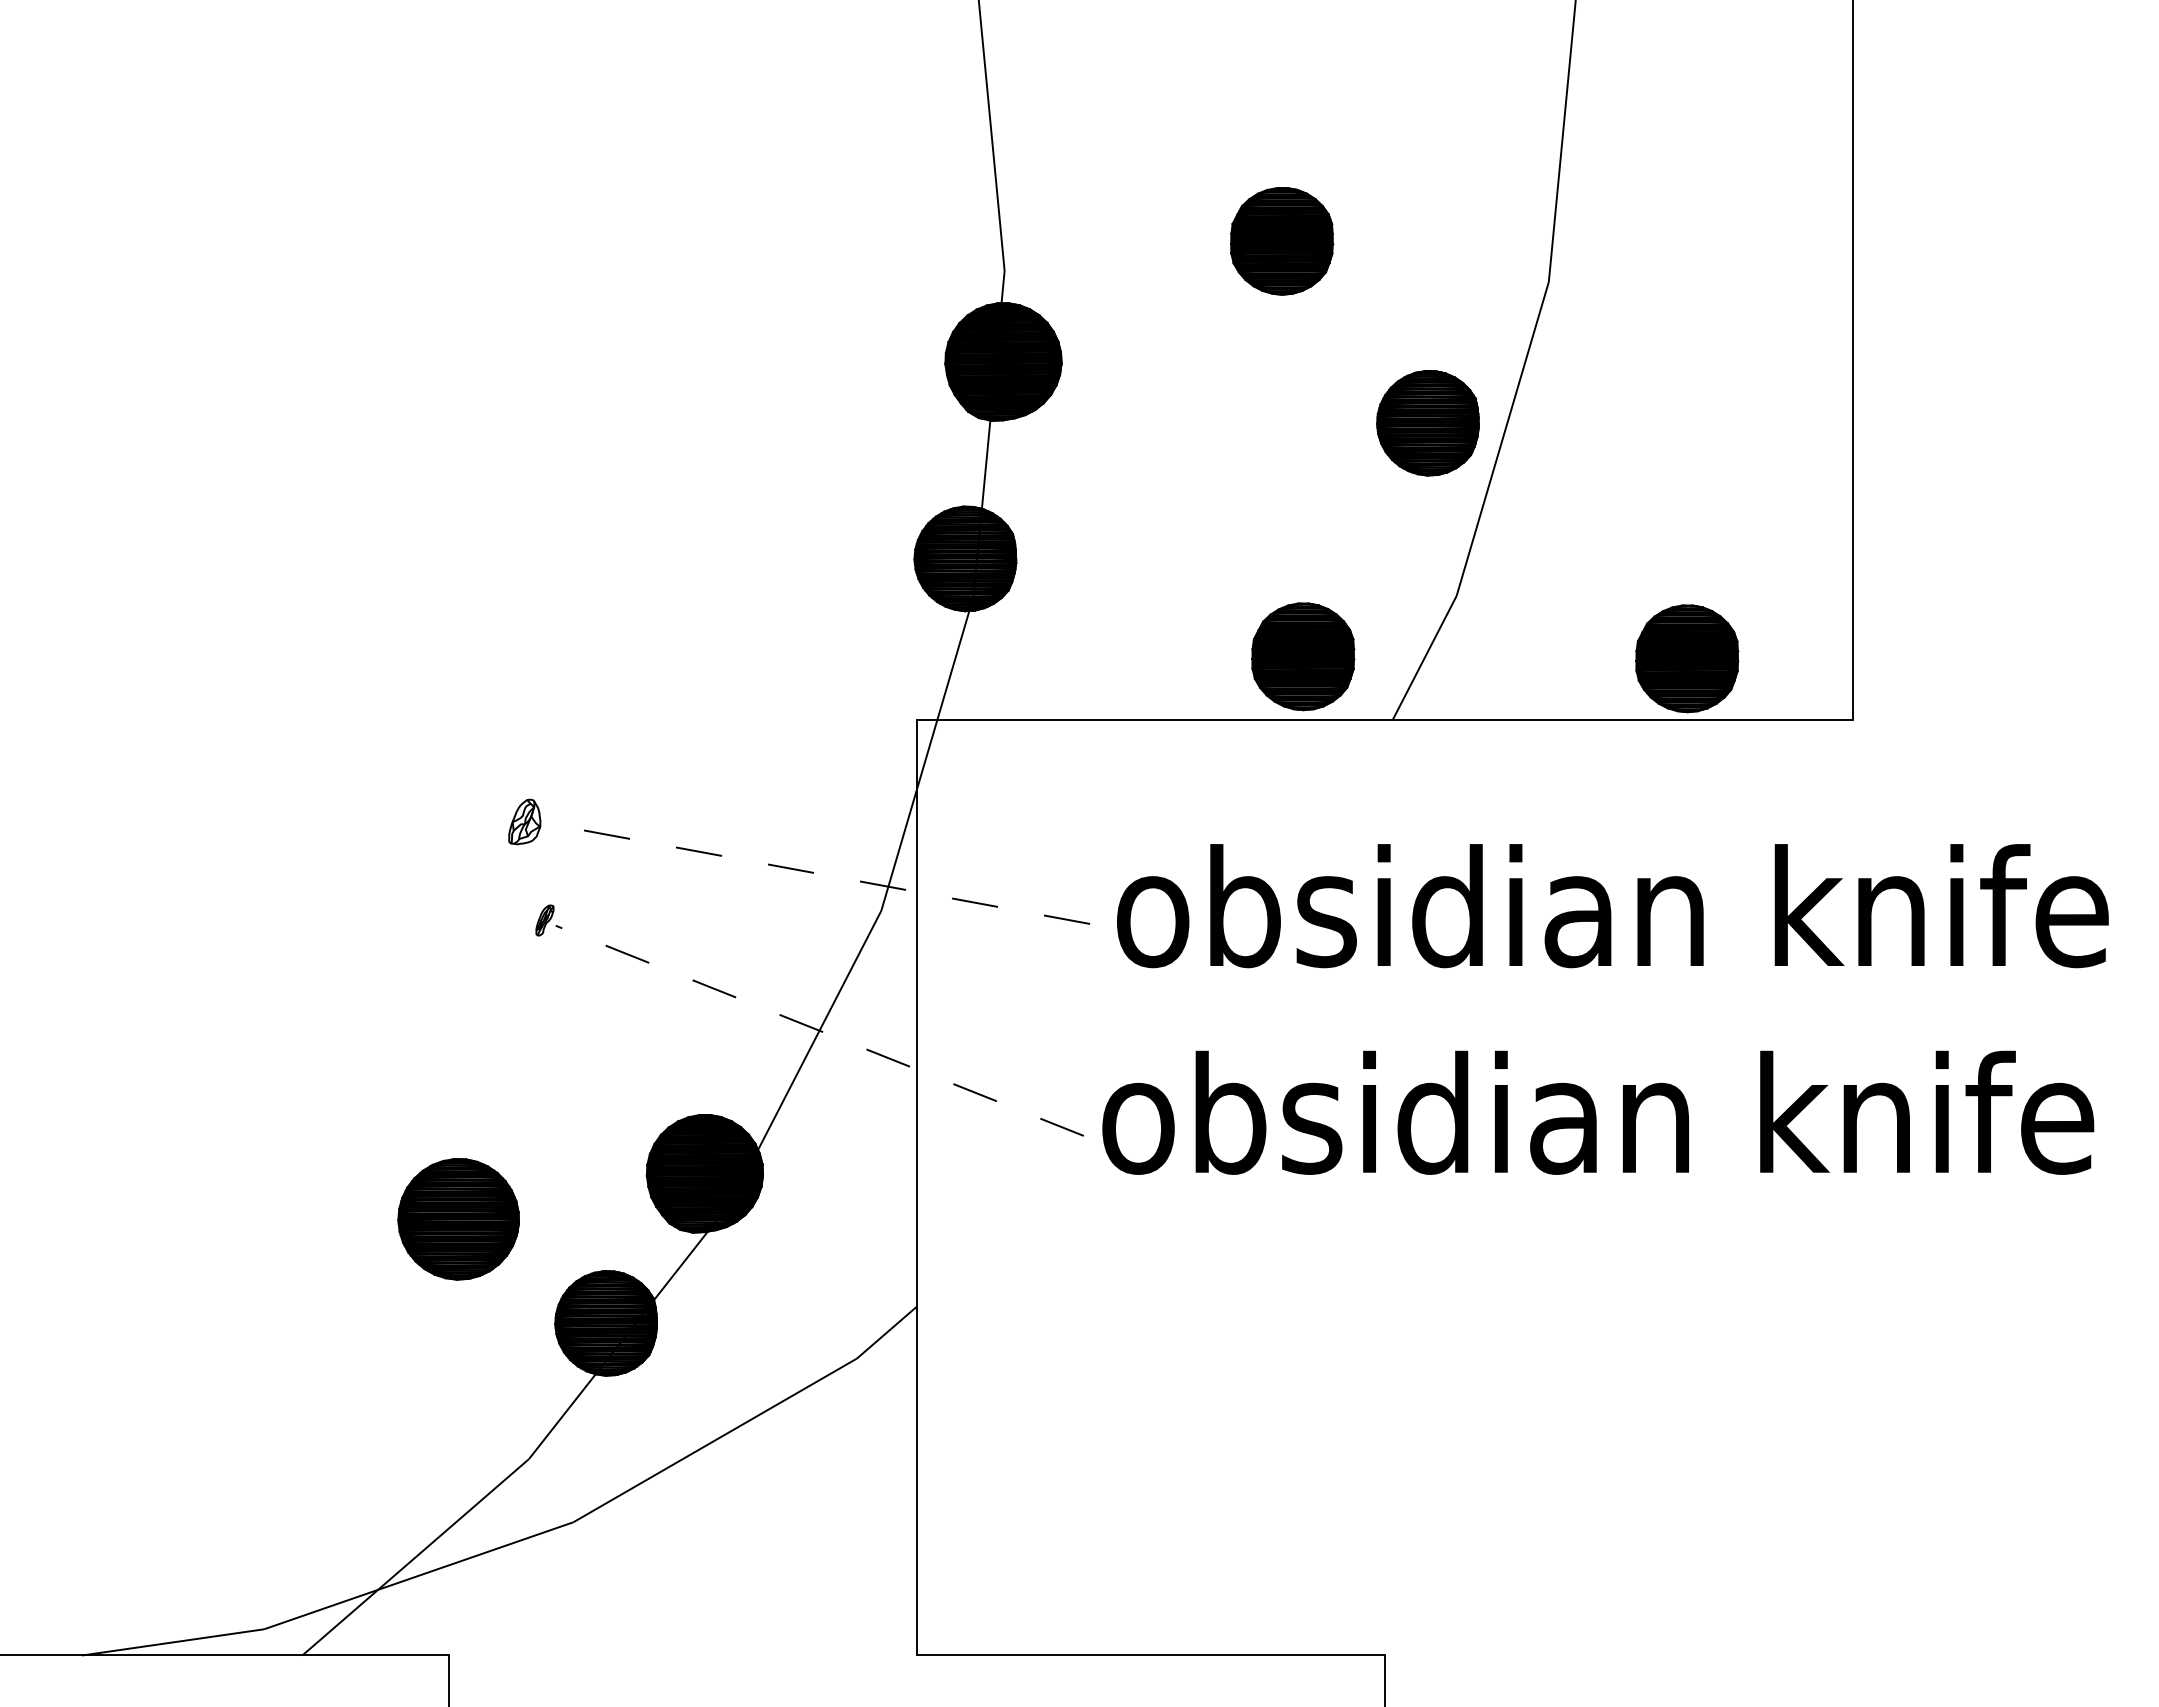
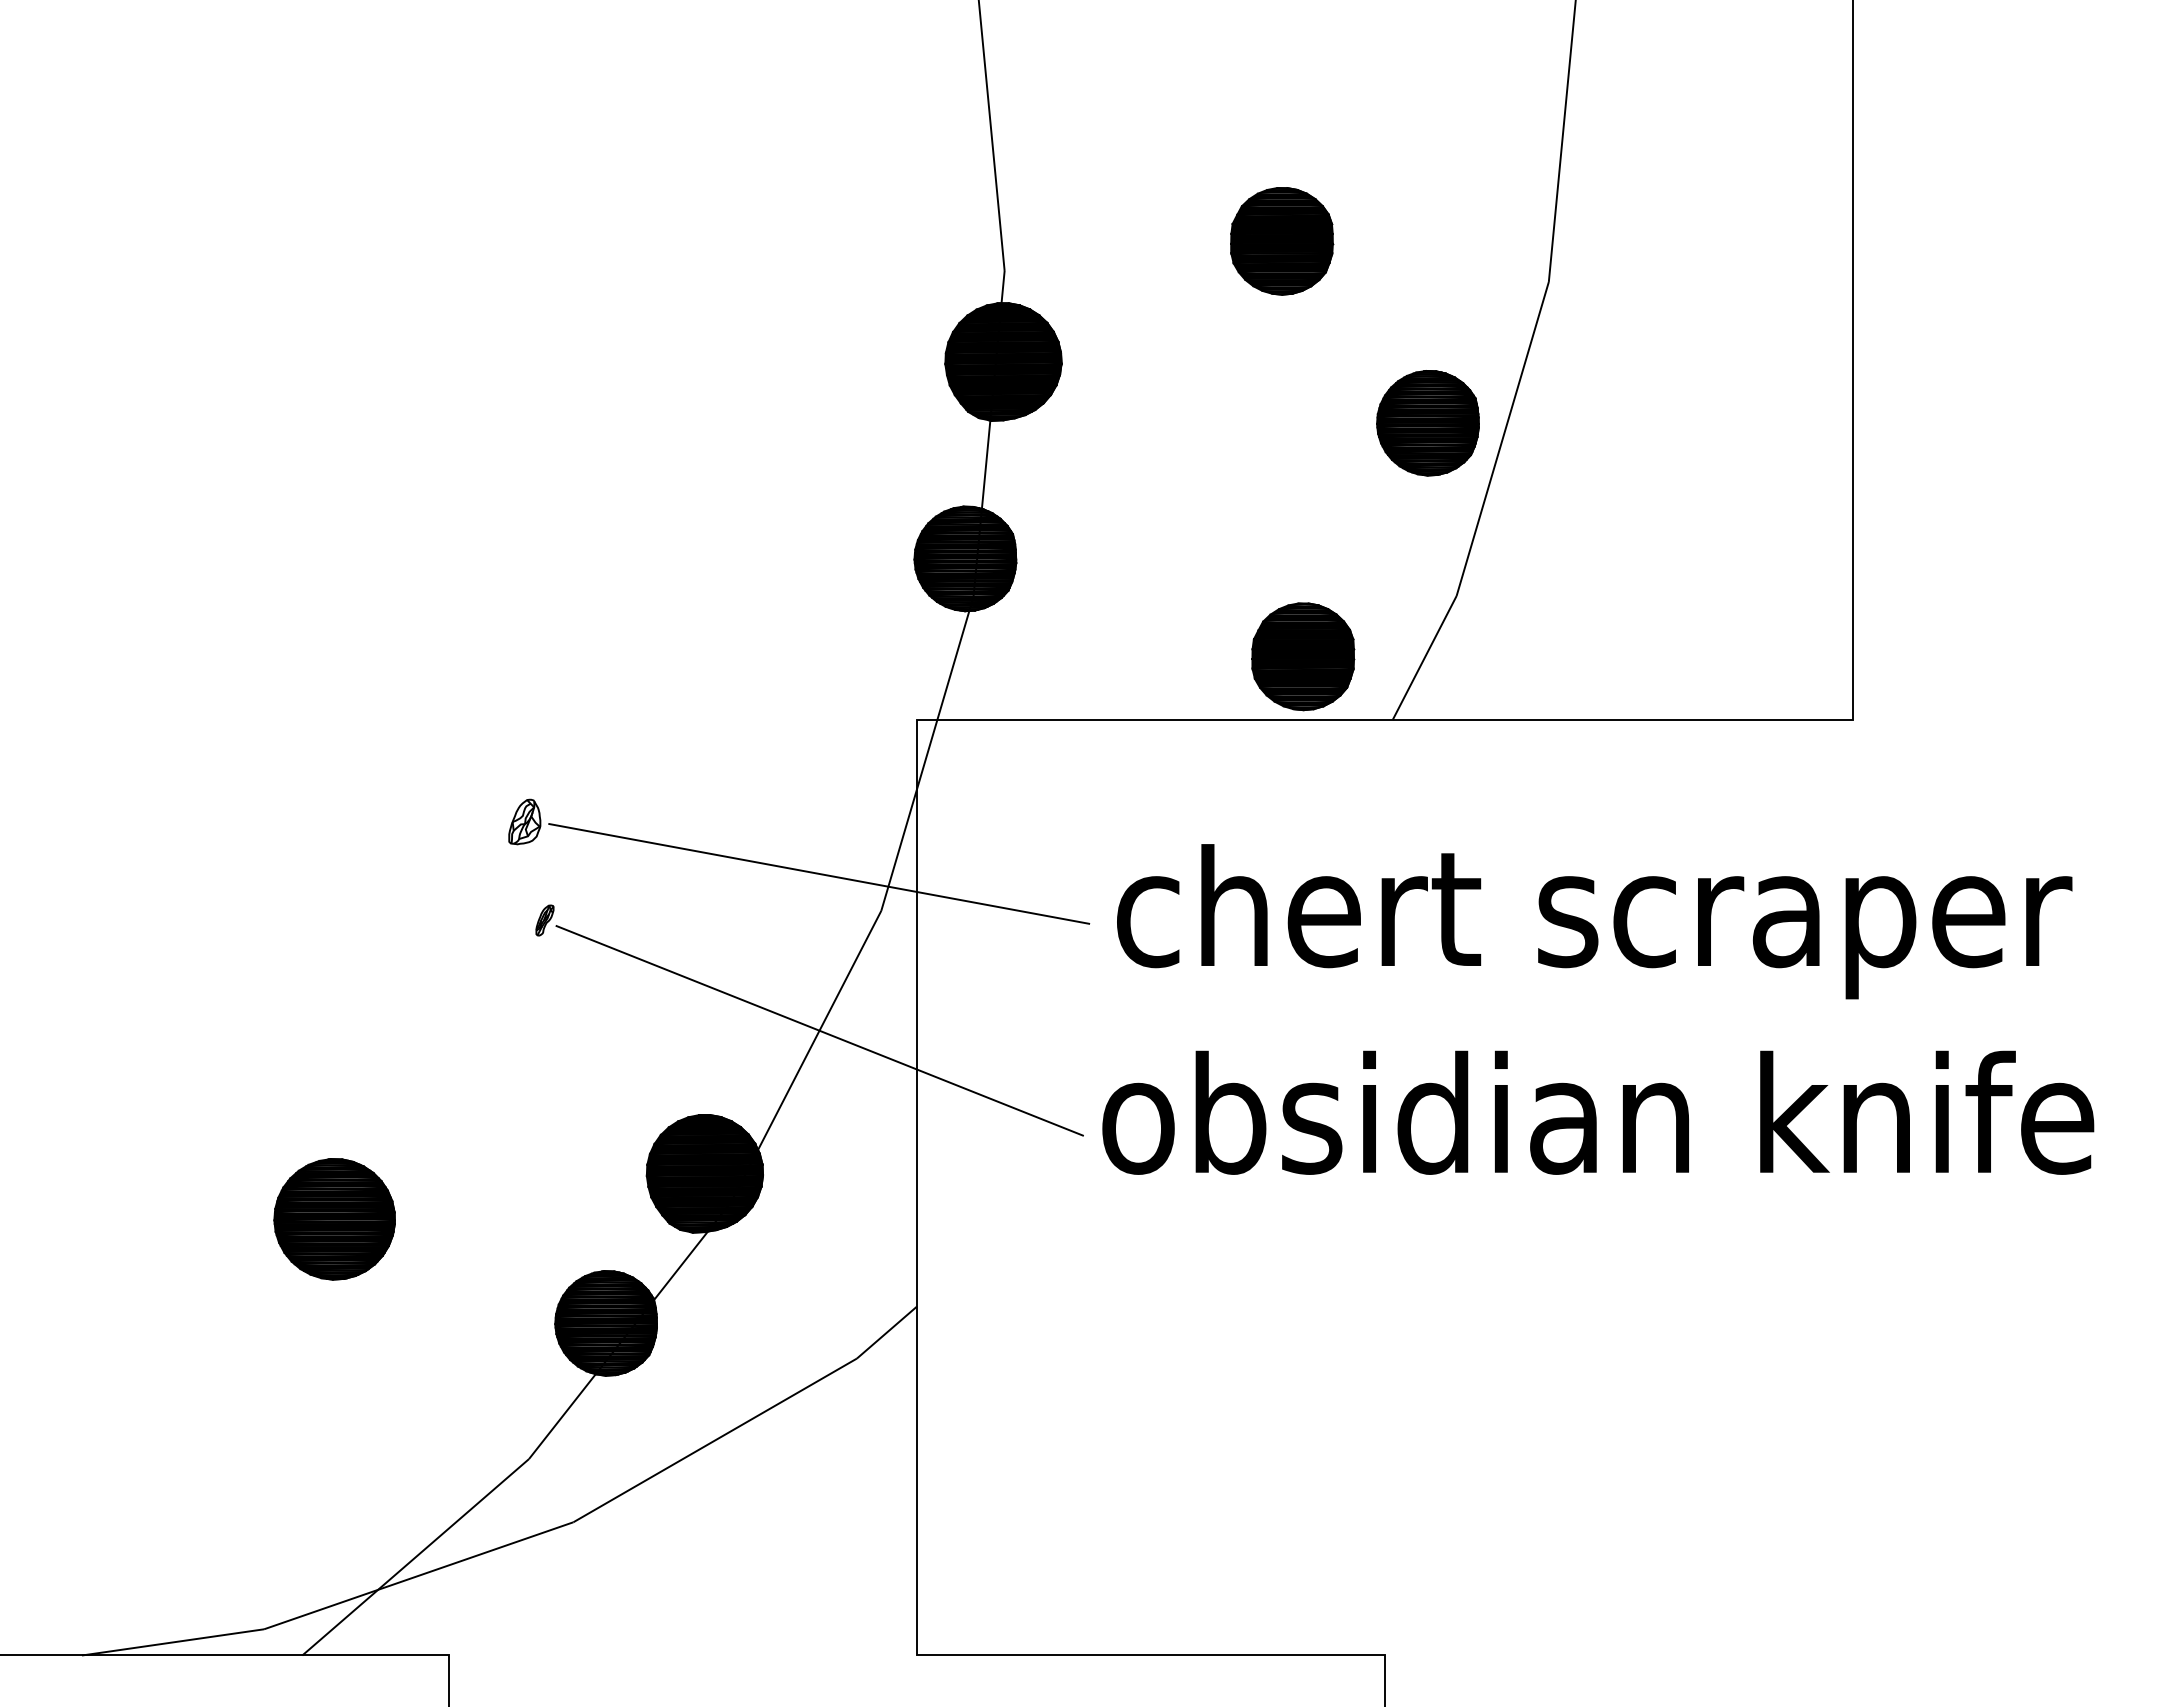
part at (1687, 658): present -> none
line at (818, 873): dashed -> solid
text at (1612, 921): obsidian knife -> chert scraper
line at (819, 1030): dashed -> solid
part at (458, 1219) position: (458, 1219) -> (334, 1219)
